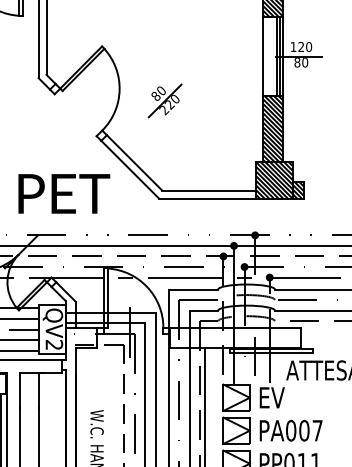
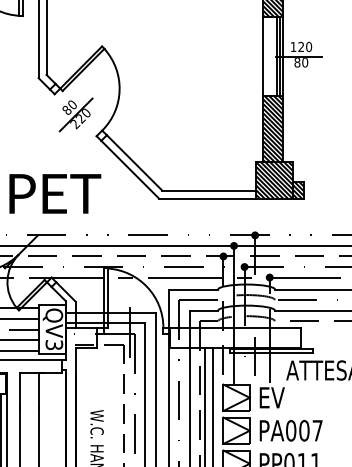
part at (164, 100) position: (164, 100) -> (75, 114)
text at (64, 193) position: (64, 193) -> (55, 193)
text at (53, 345): QV2 -> QV3
line at (212, 405): none -> present
